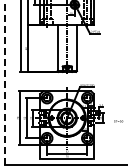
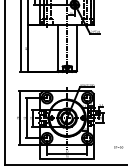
line at (4, 81): dashed -> solid
text at (118, 121) position: (118, 121) -> (118, 147)
